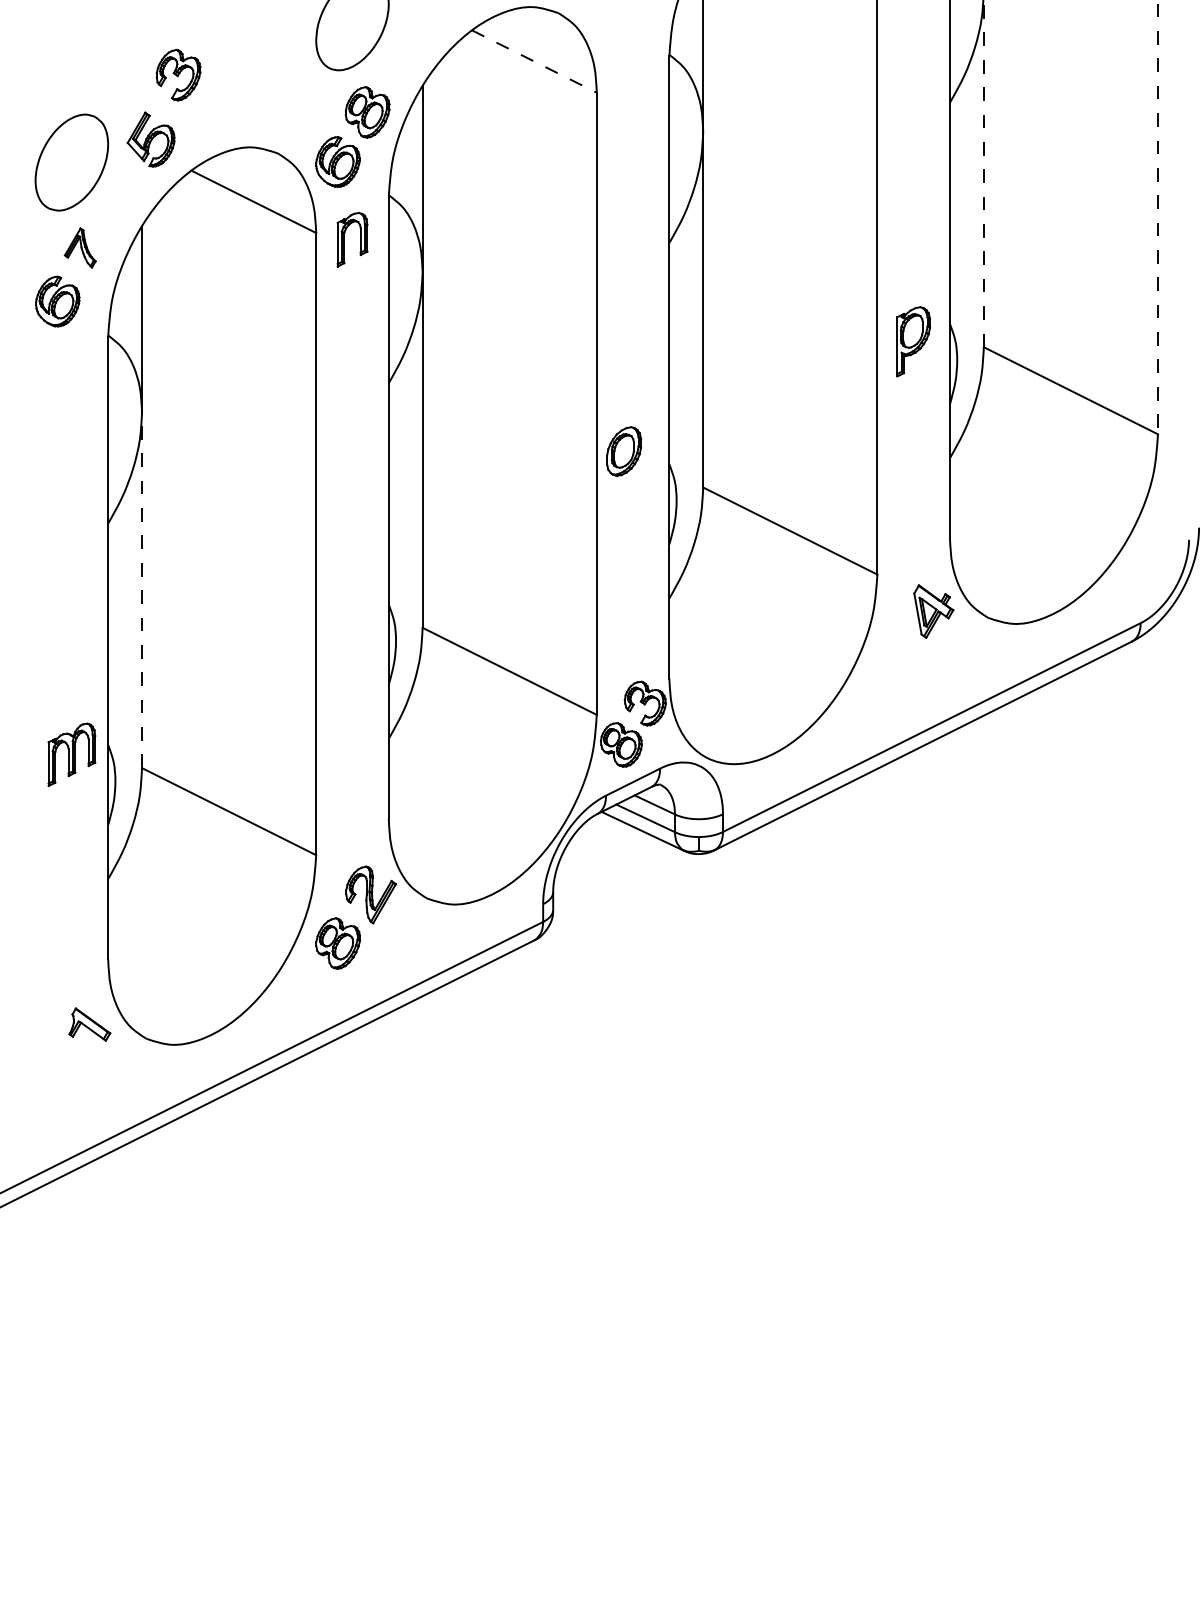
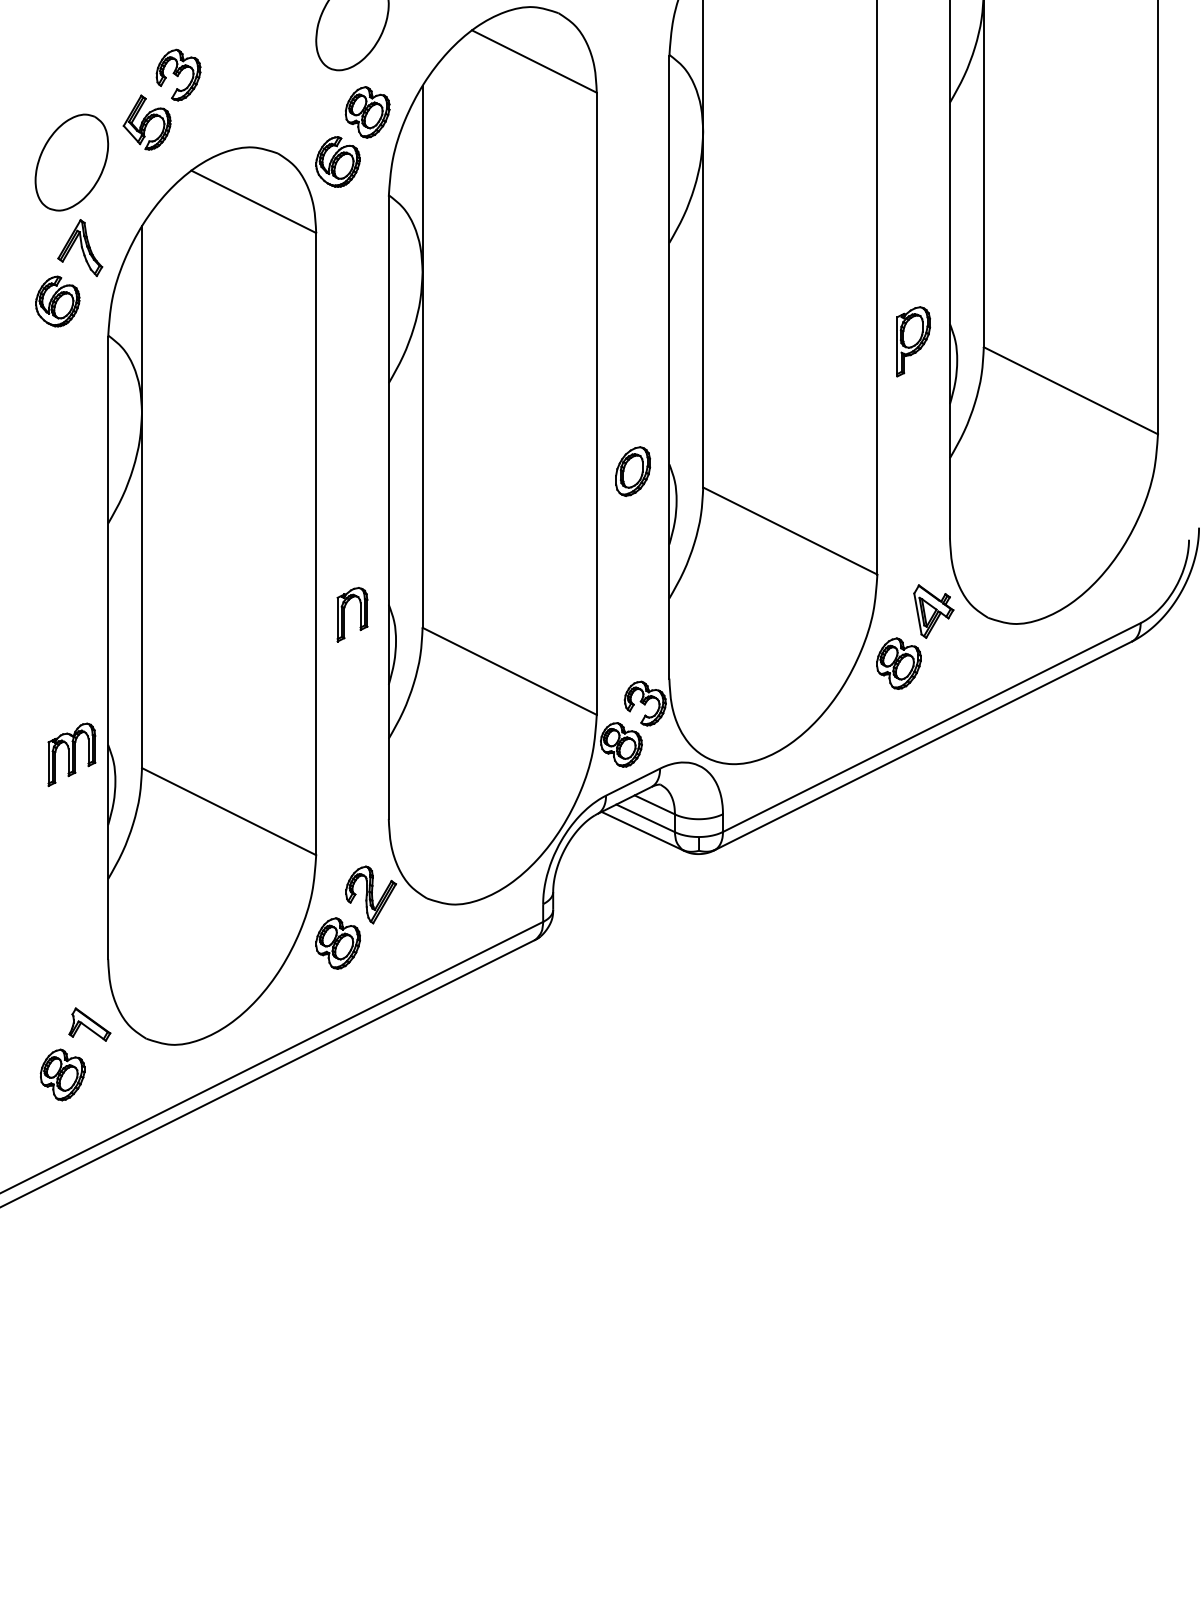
line at (534, 61): dashed -> solid
part at (150, 139) position: (150, 139) -> (146, 122)
line at (983, 173): dashed -> solid
line at (1157, 217): dashed -> solid
part at (344, 239) position: (344, 239) -> (344, 614)
part at (79, 247) size: 34x42 px -> 47x58 px
part at (624, 451) position: (624, 451) -> (633, 471)
line at (142, 590): dashed -> solid
part at (898, 663): none -> present
part at (62, 1074): none -> present
